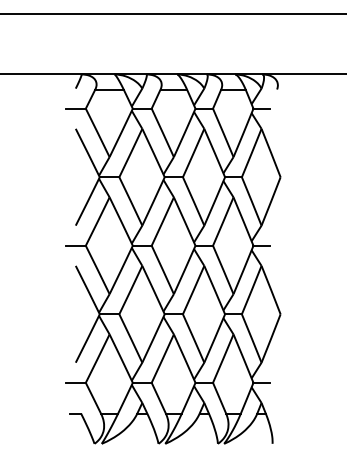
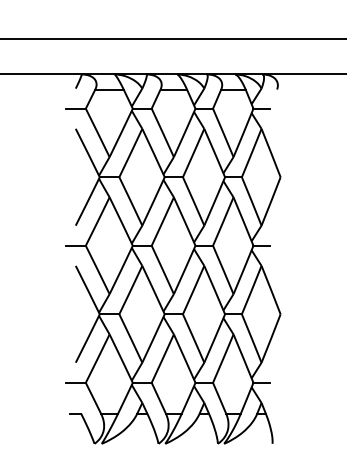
line at (172, 14) position: (172, 14) -> (172, 39)
